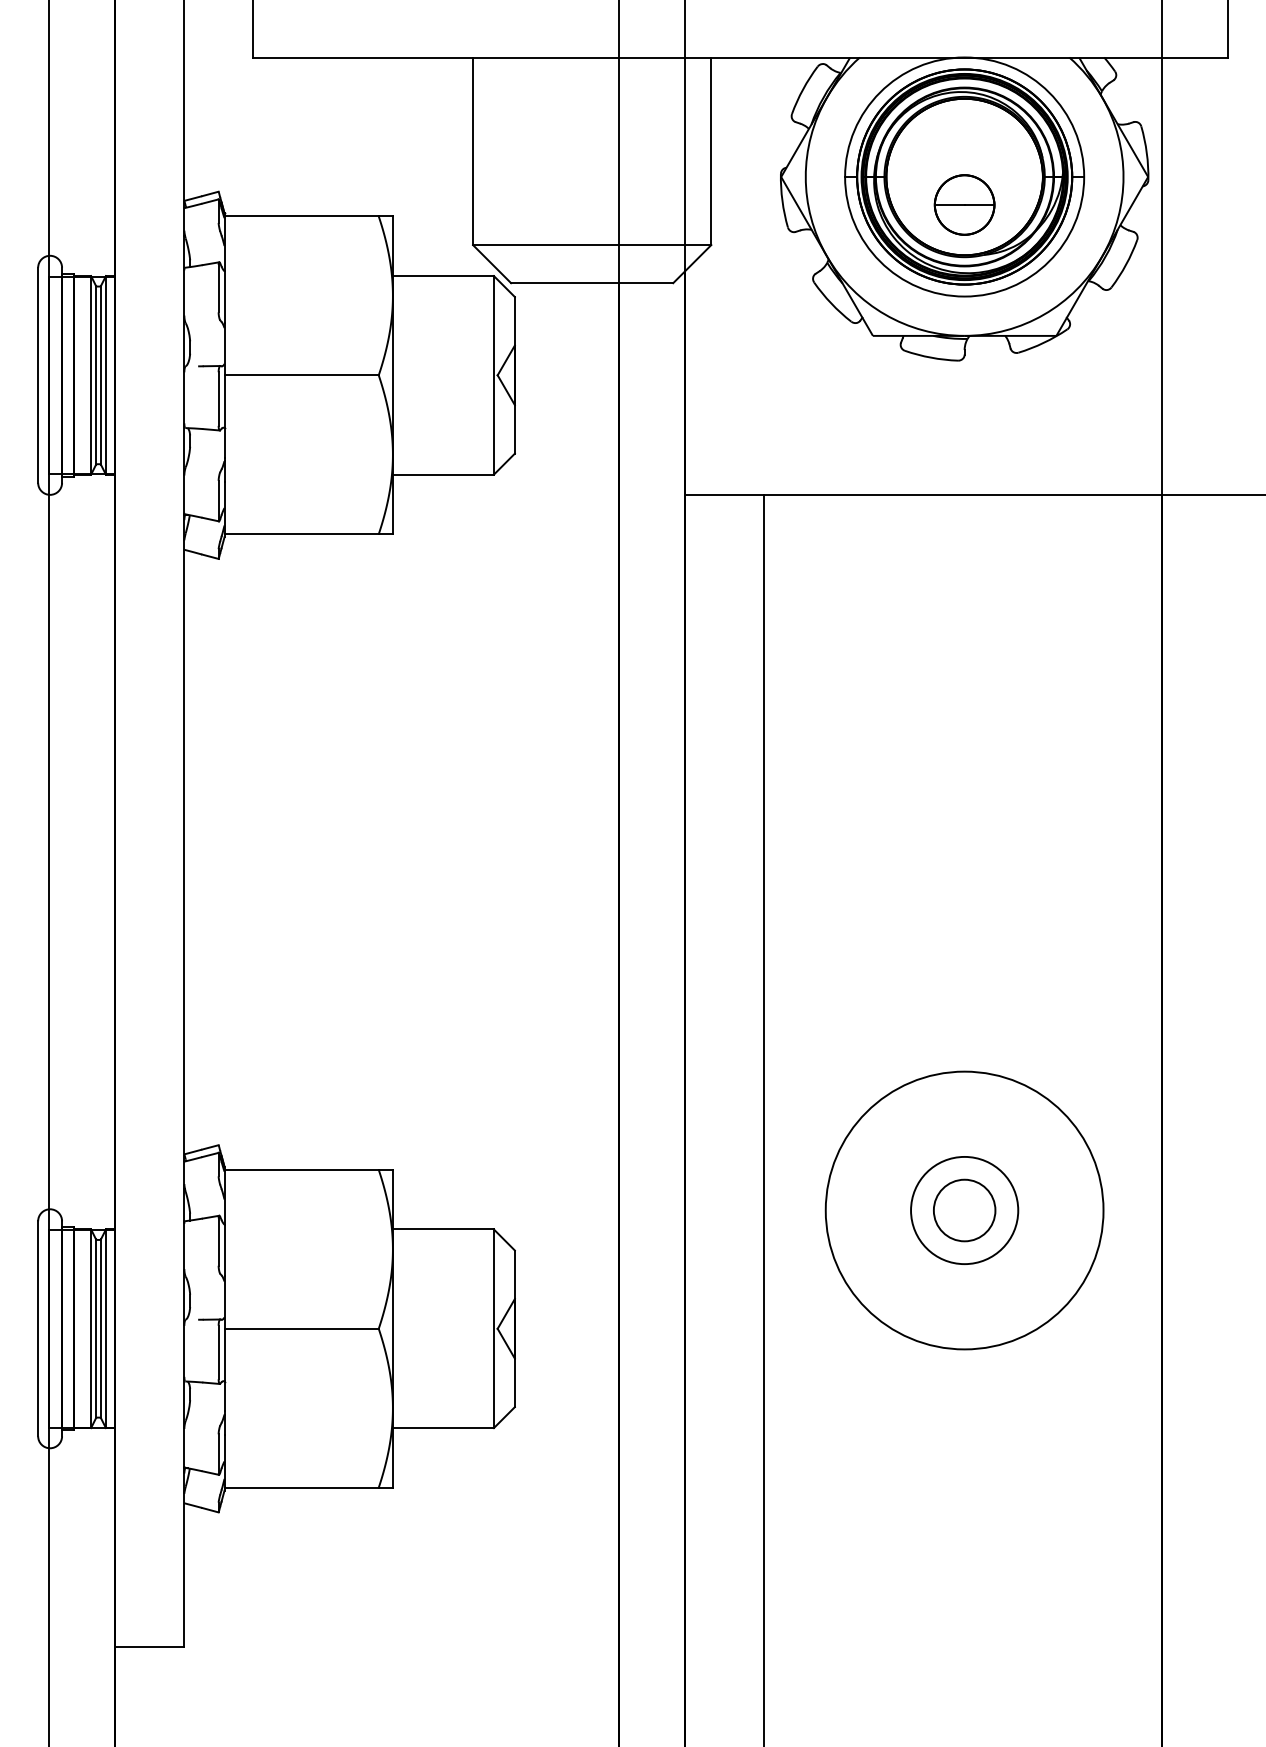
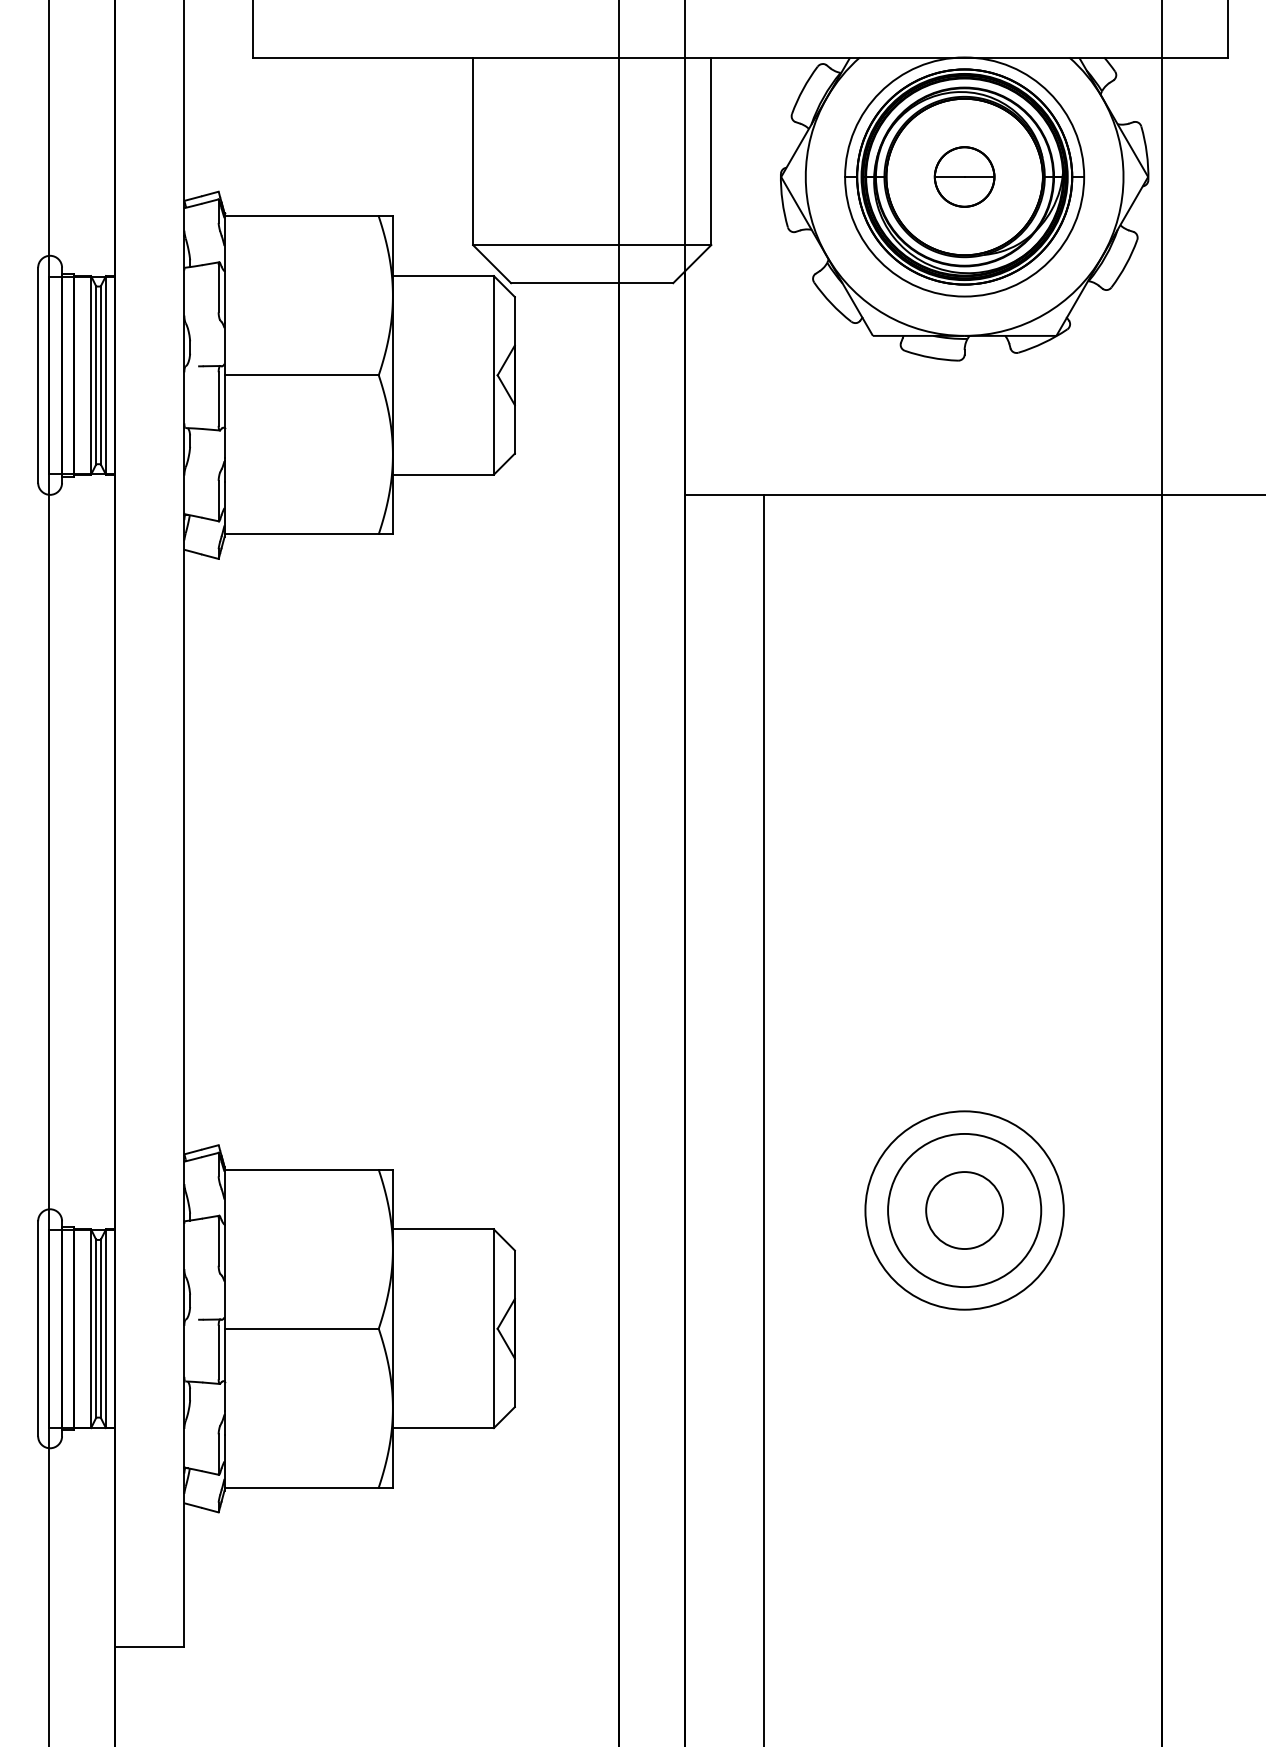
part at (964, 204) position: (964, 204) -> (964, 176)
circle at (964, 1210) diameter: 107 px -> 153 px
circle at (964, 1210) diameter: 278 px -> 198 px
circle at (964, 1210) diameter: 62 px -> 77 px
